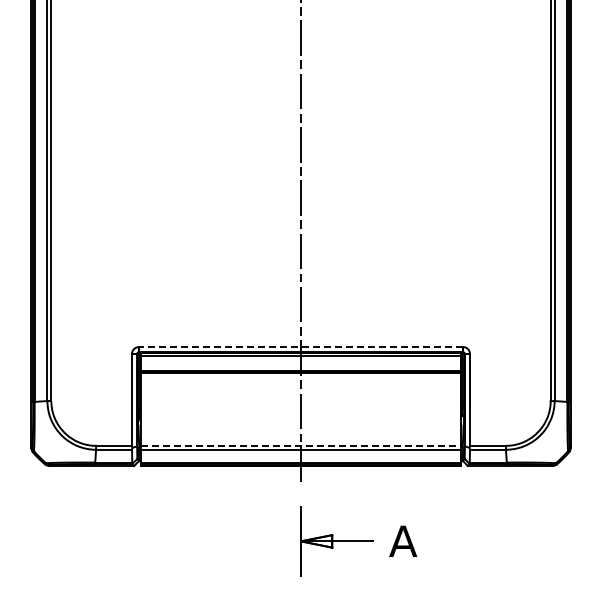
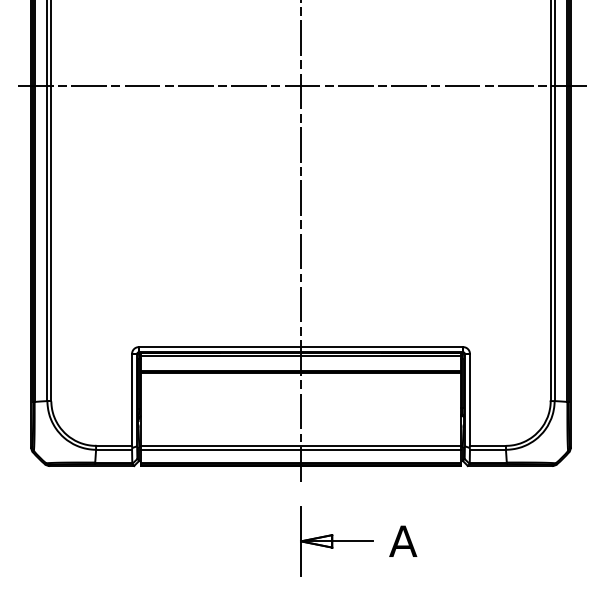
line at (302, 86): none -> present
line at (301, 347): dashed -> solid
line at (301, 445): dashed -> solid
